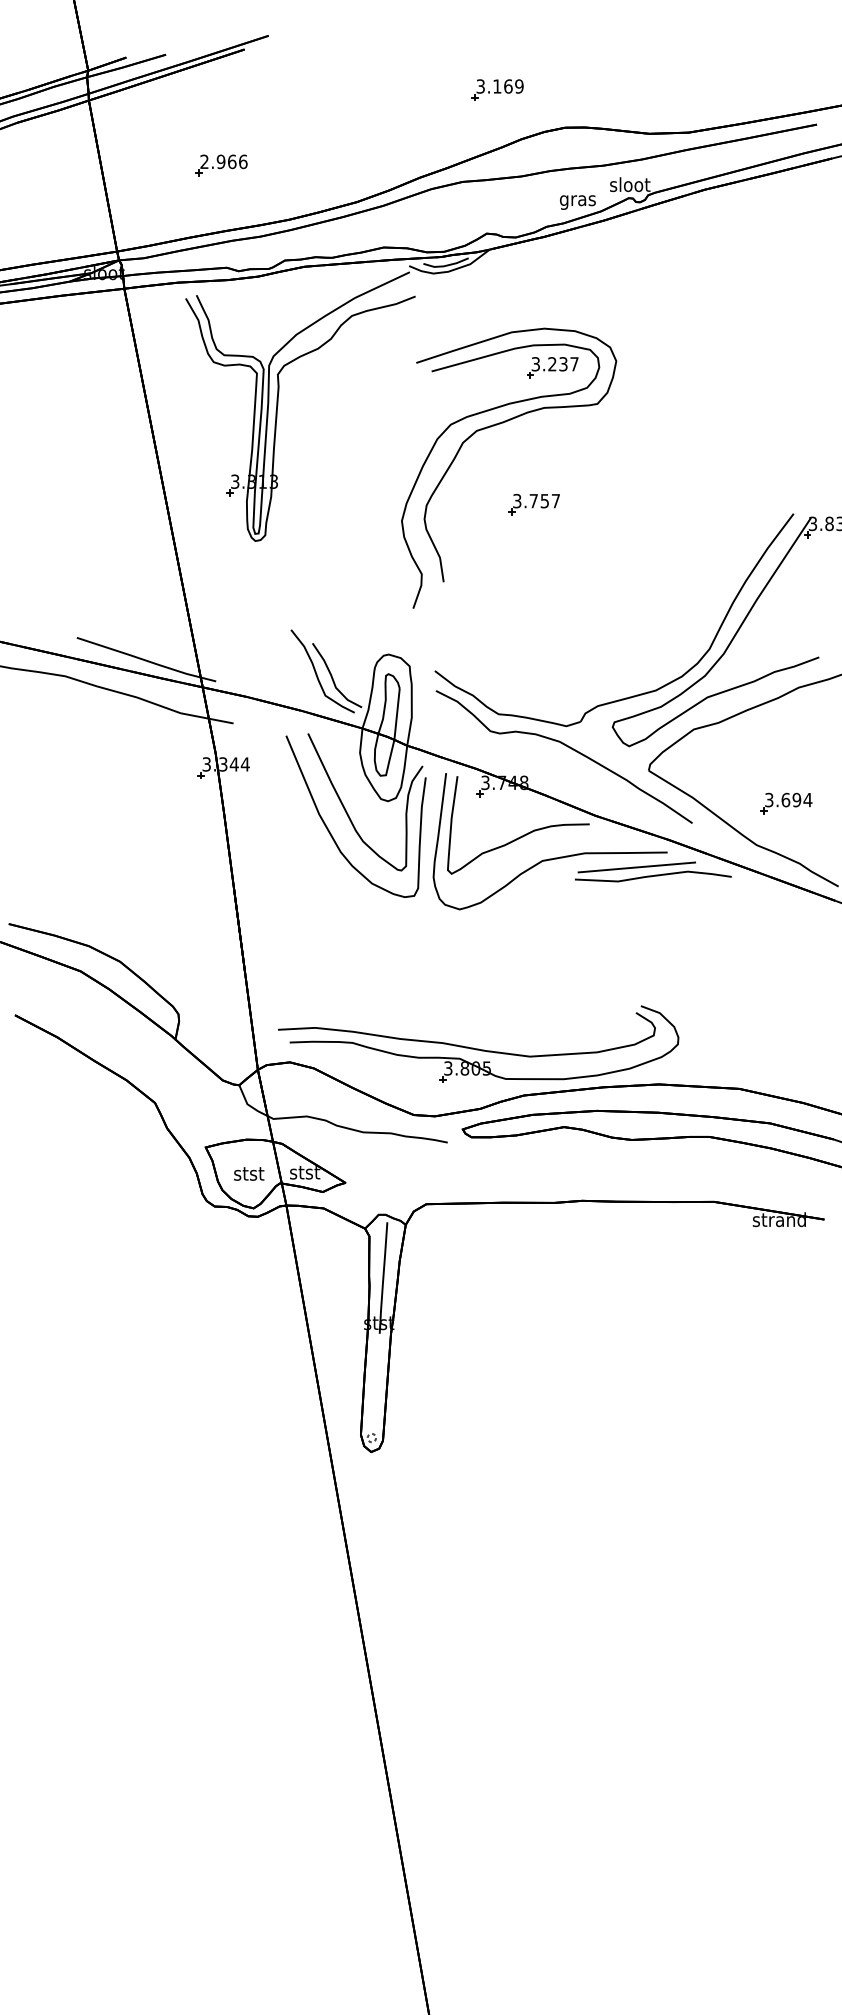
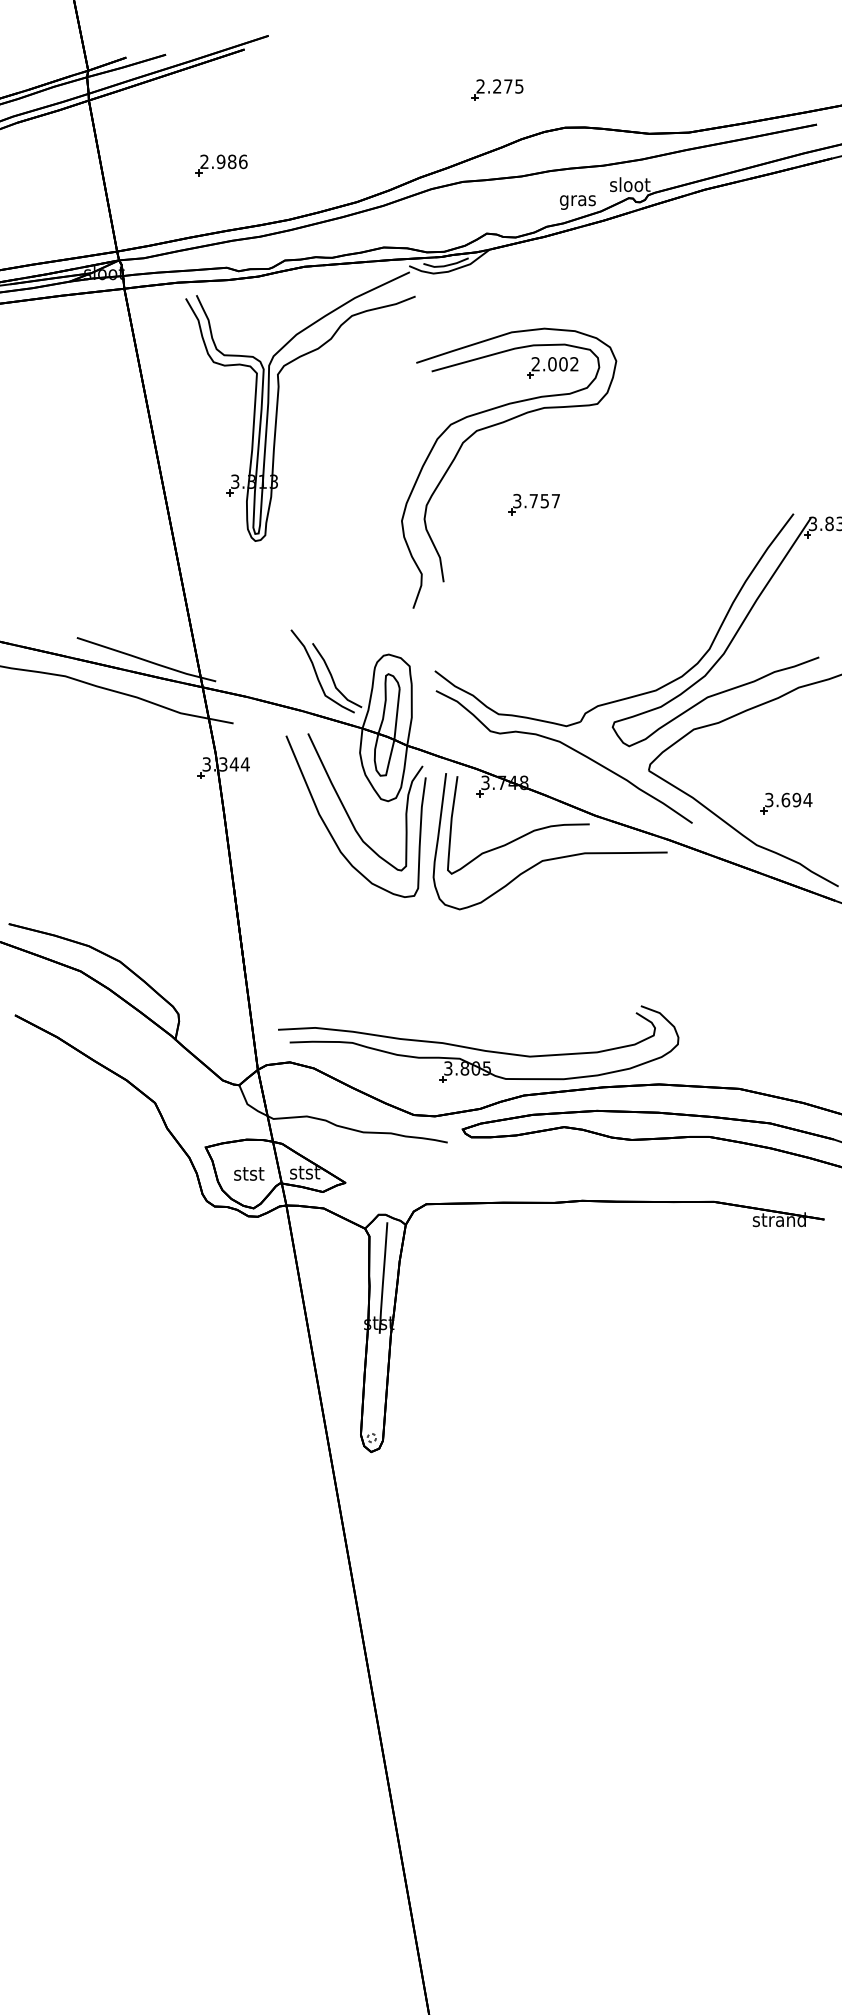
text at (499, 86): 3.169 -> 2.275
text at (232, 161): 2.966 -> 2.986
text at (554, 364): 3.237 -> 2.002
part at (653, 871): present -> none
